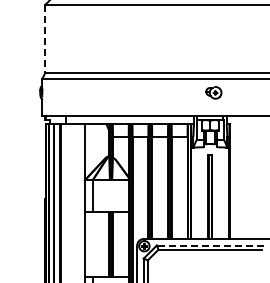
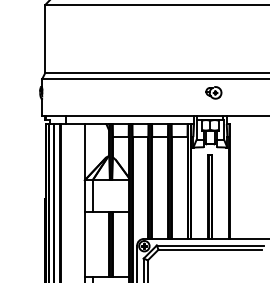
line at (45, 38): dashed -> solid
line at (210, 245): dashed -> solid
